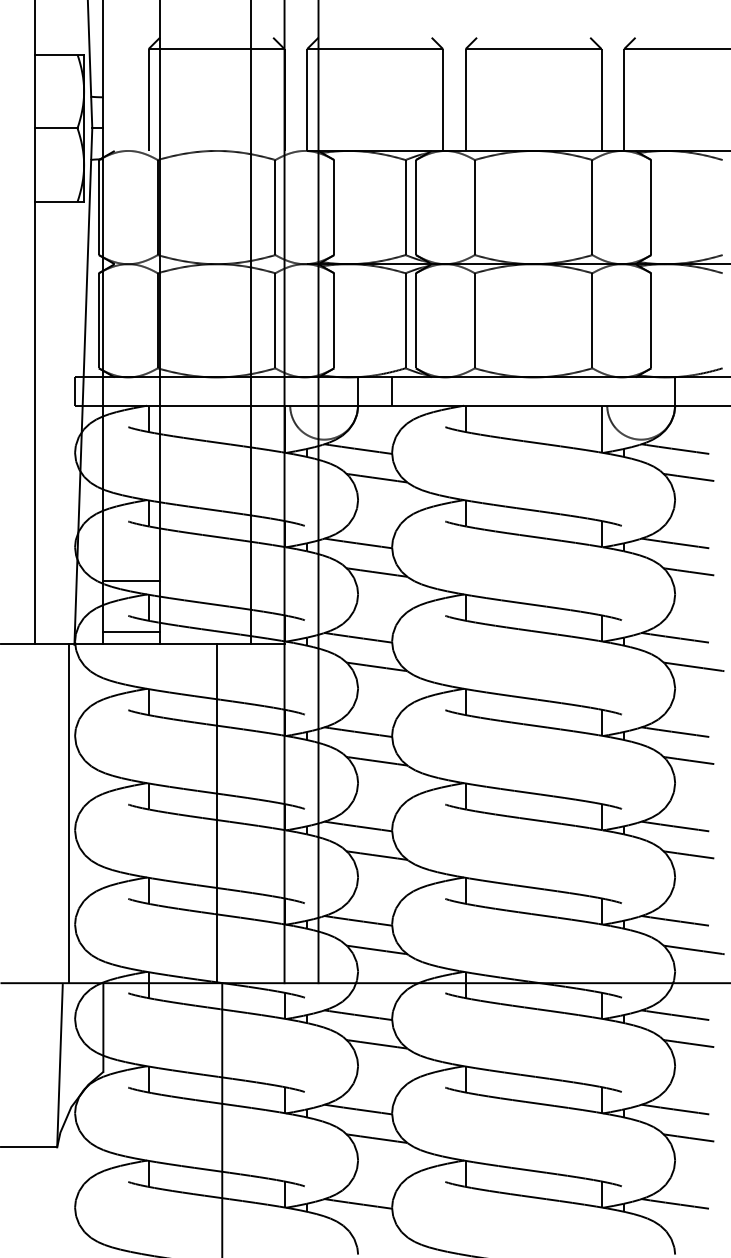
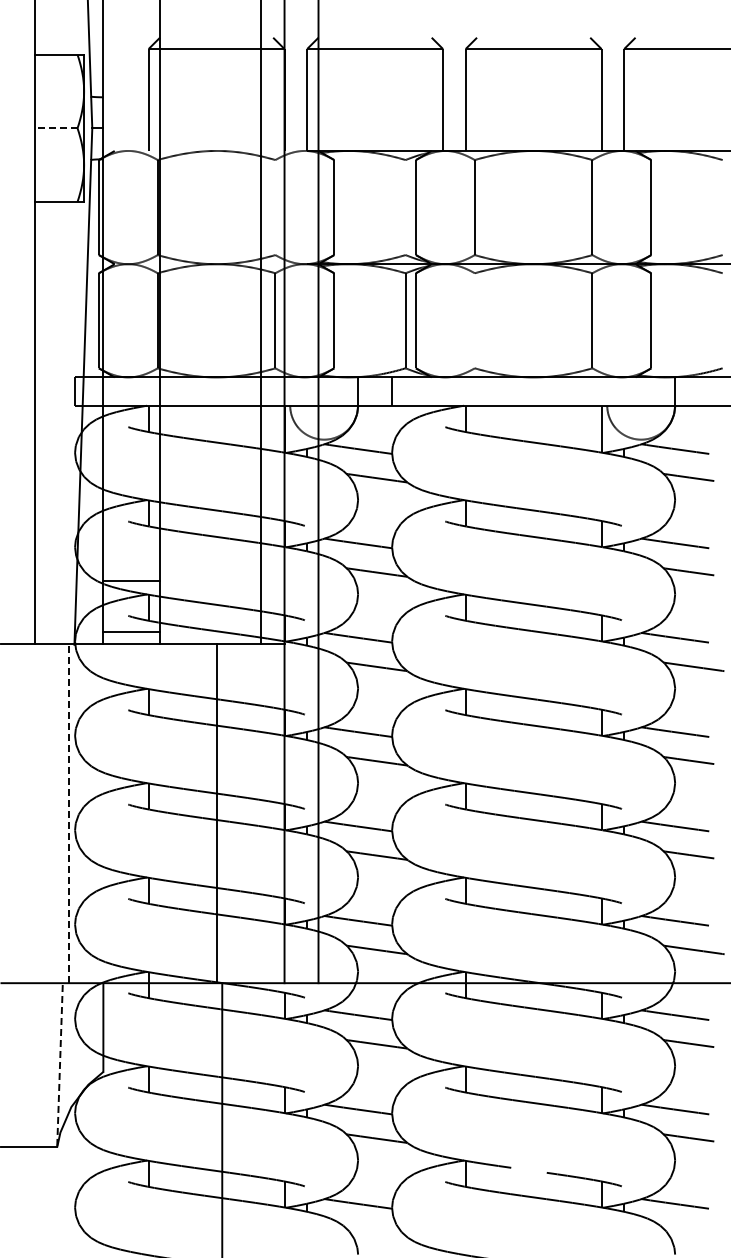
line at (56, 128): solid -> dashed
line at (275, 207): present -> none
line at (405, 207): present -> none
line at (474, 320): present -> none
line at (250, 322) position: (250, 322) -> (260, 322)
line at (69, 813): solid -> dashed
line at (59, 1066): solid -> dashed
line at (528, 1169): present -> none
